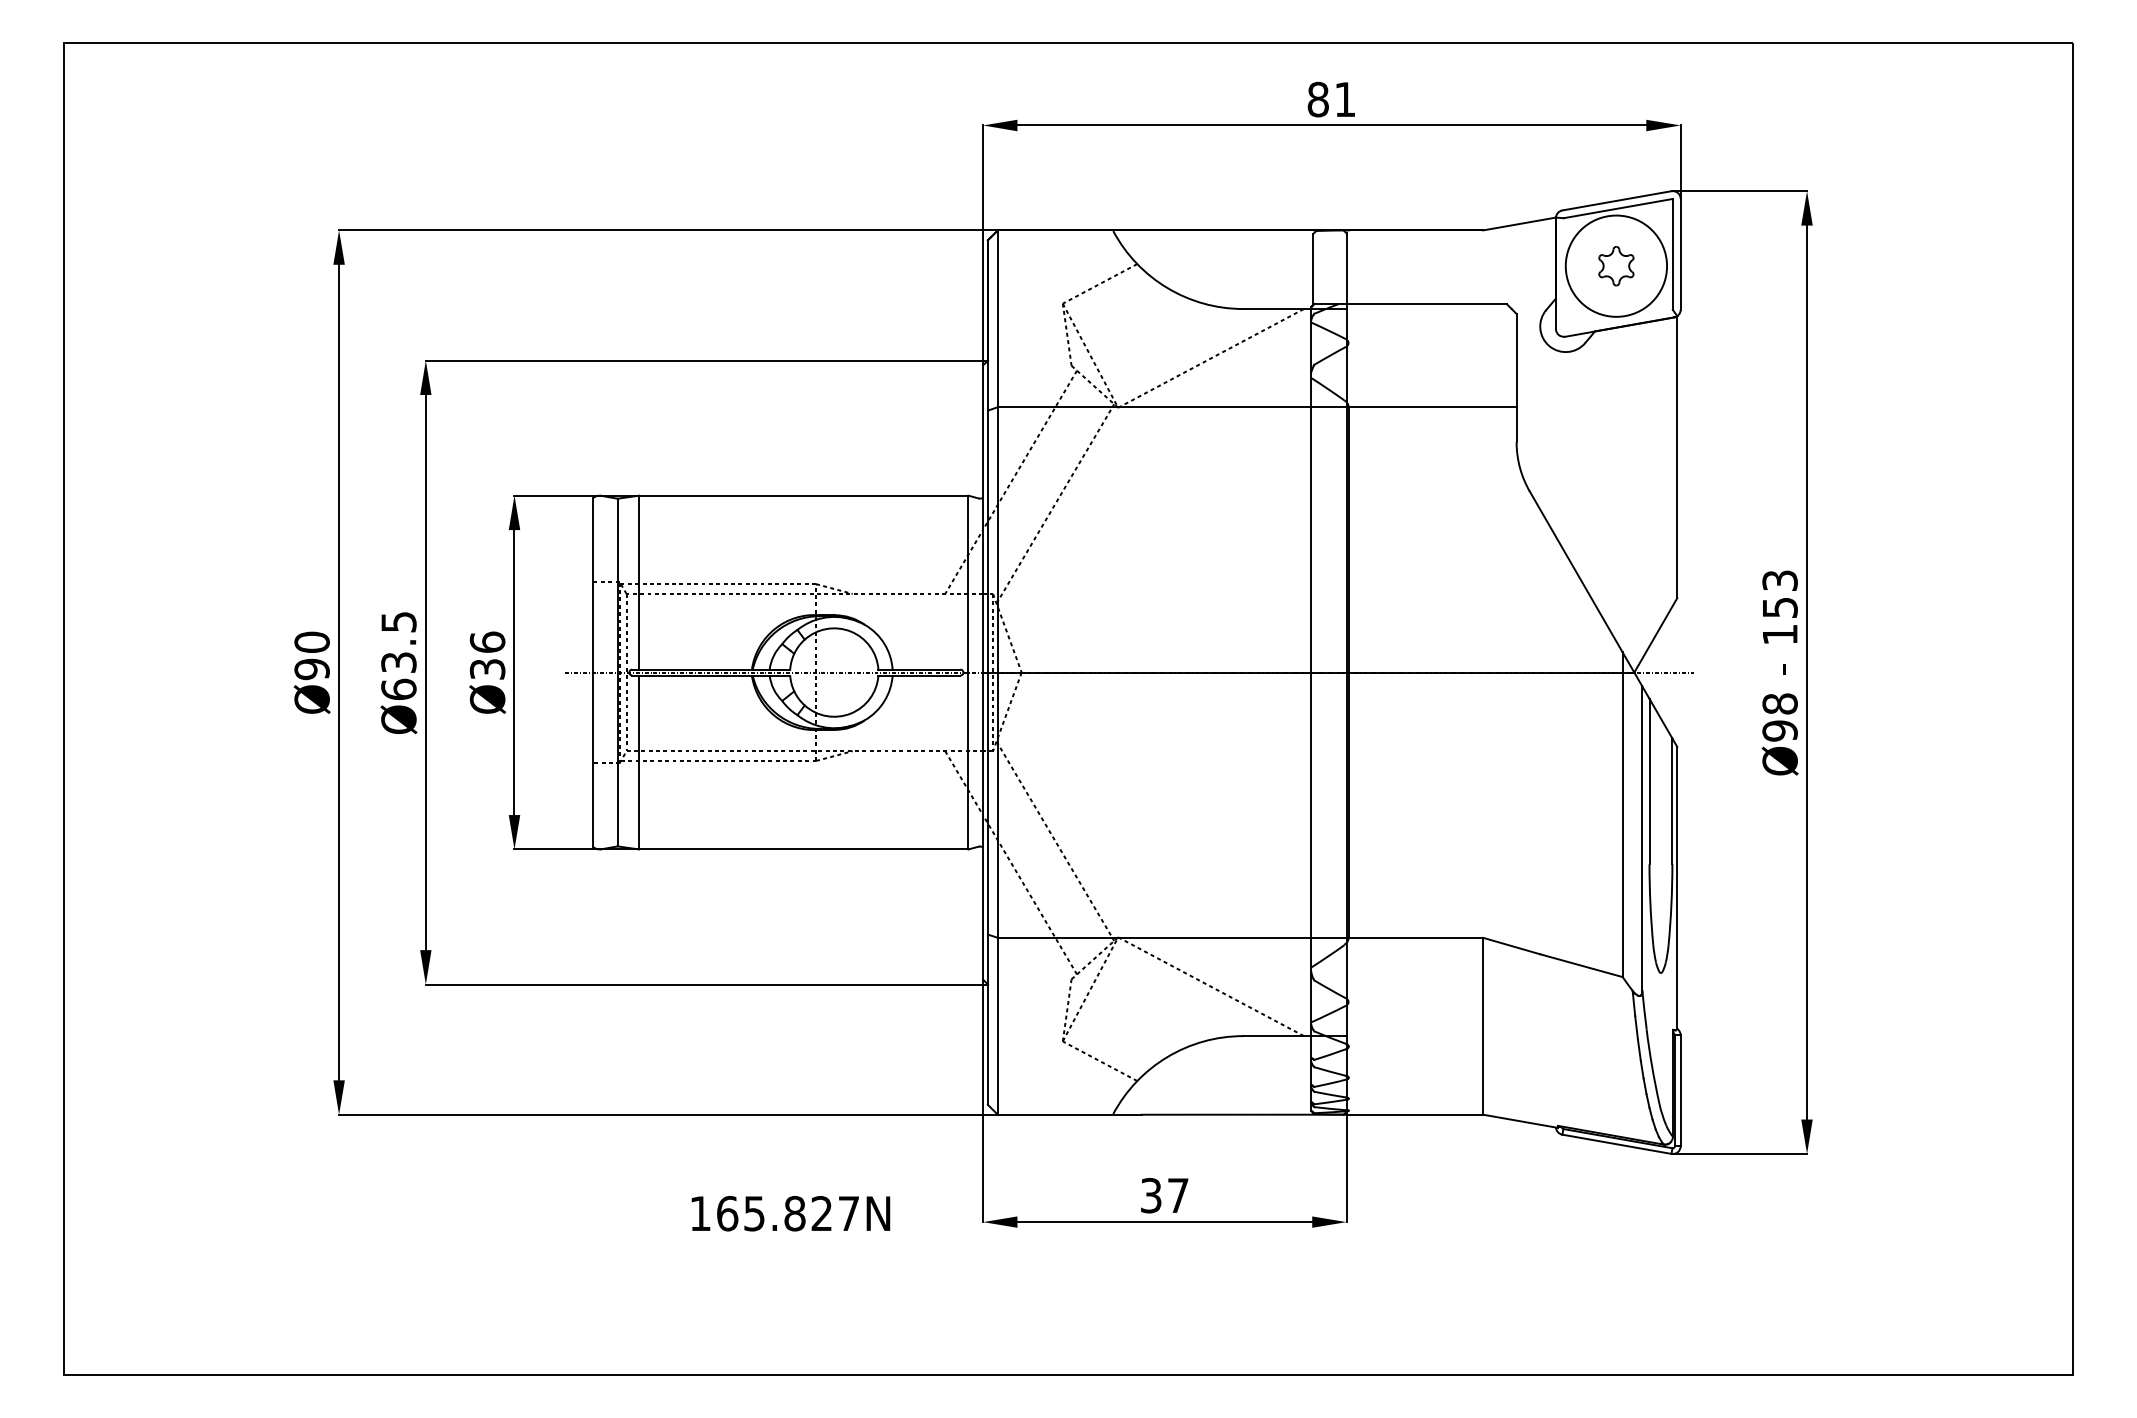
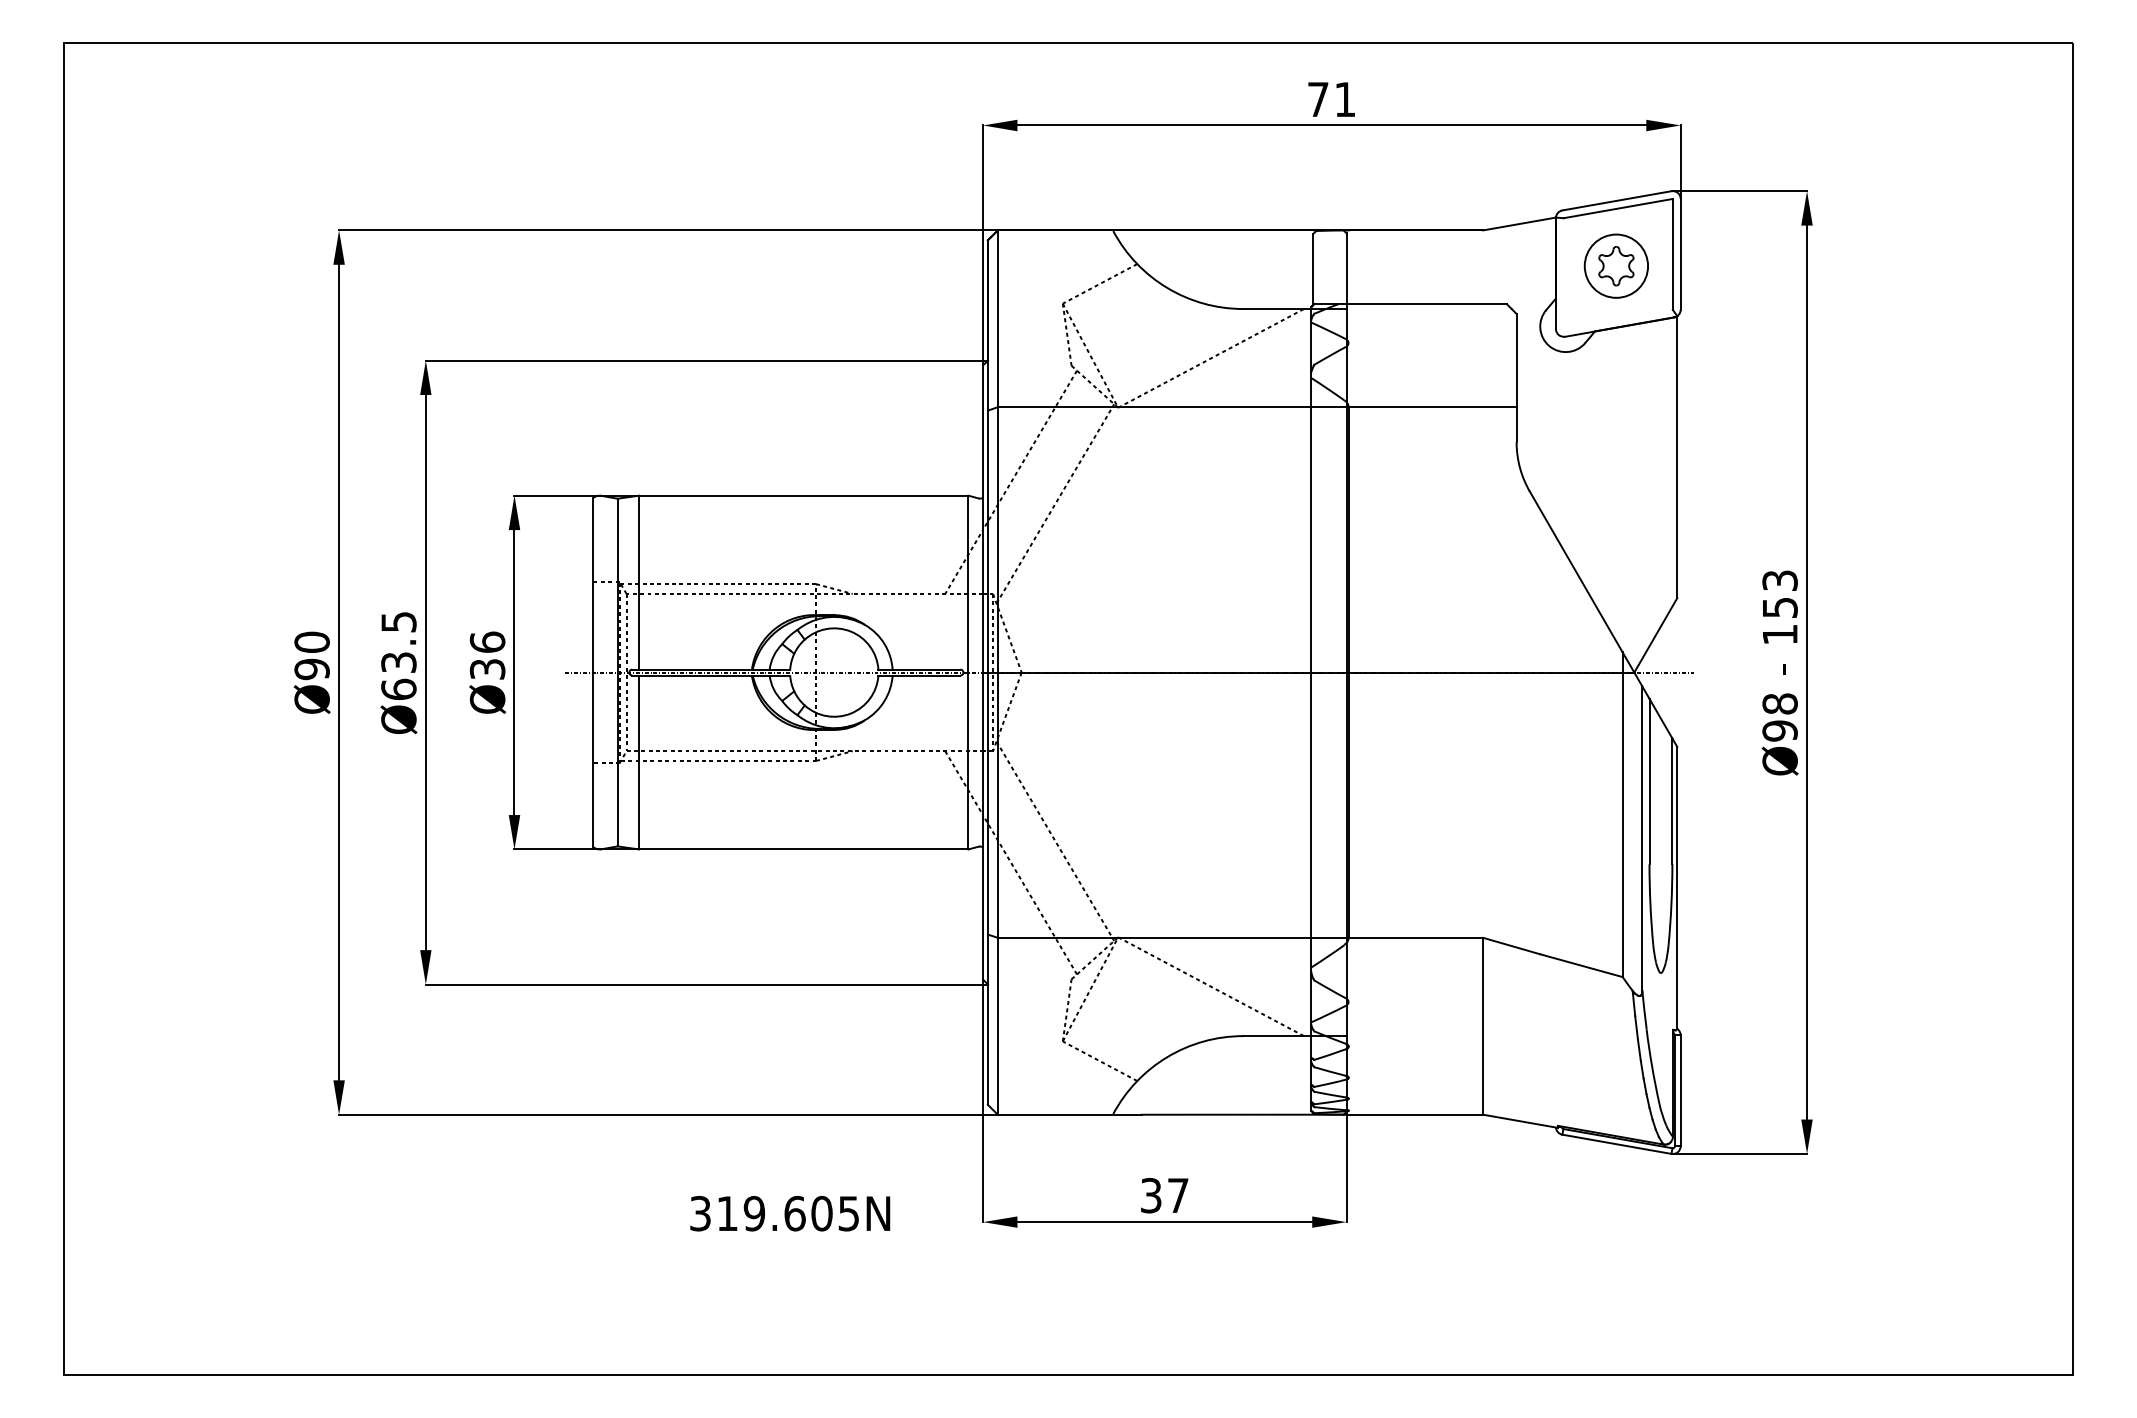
text at (1317, 99): 81 -> 71
circle at (1616, 265) diameter: 101 px -> 63 px
text at (774, 1213): 165.827N -> 319.605N
